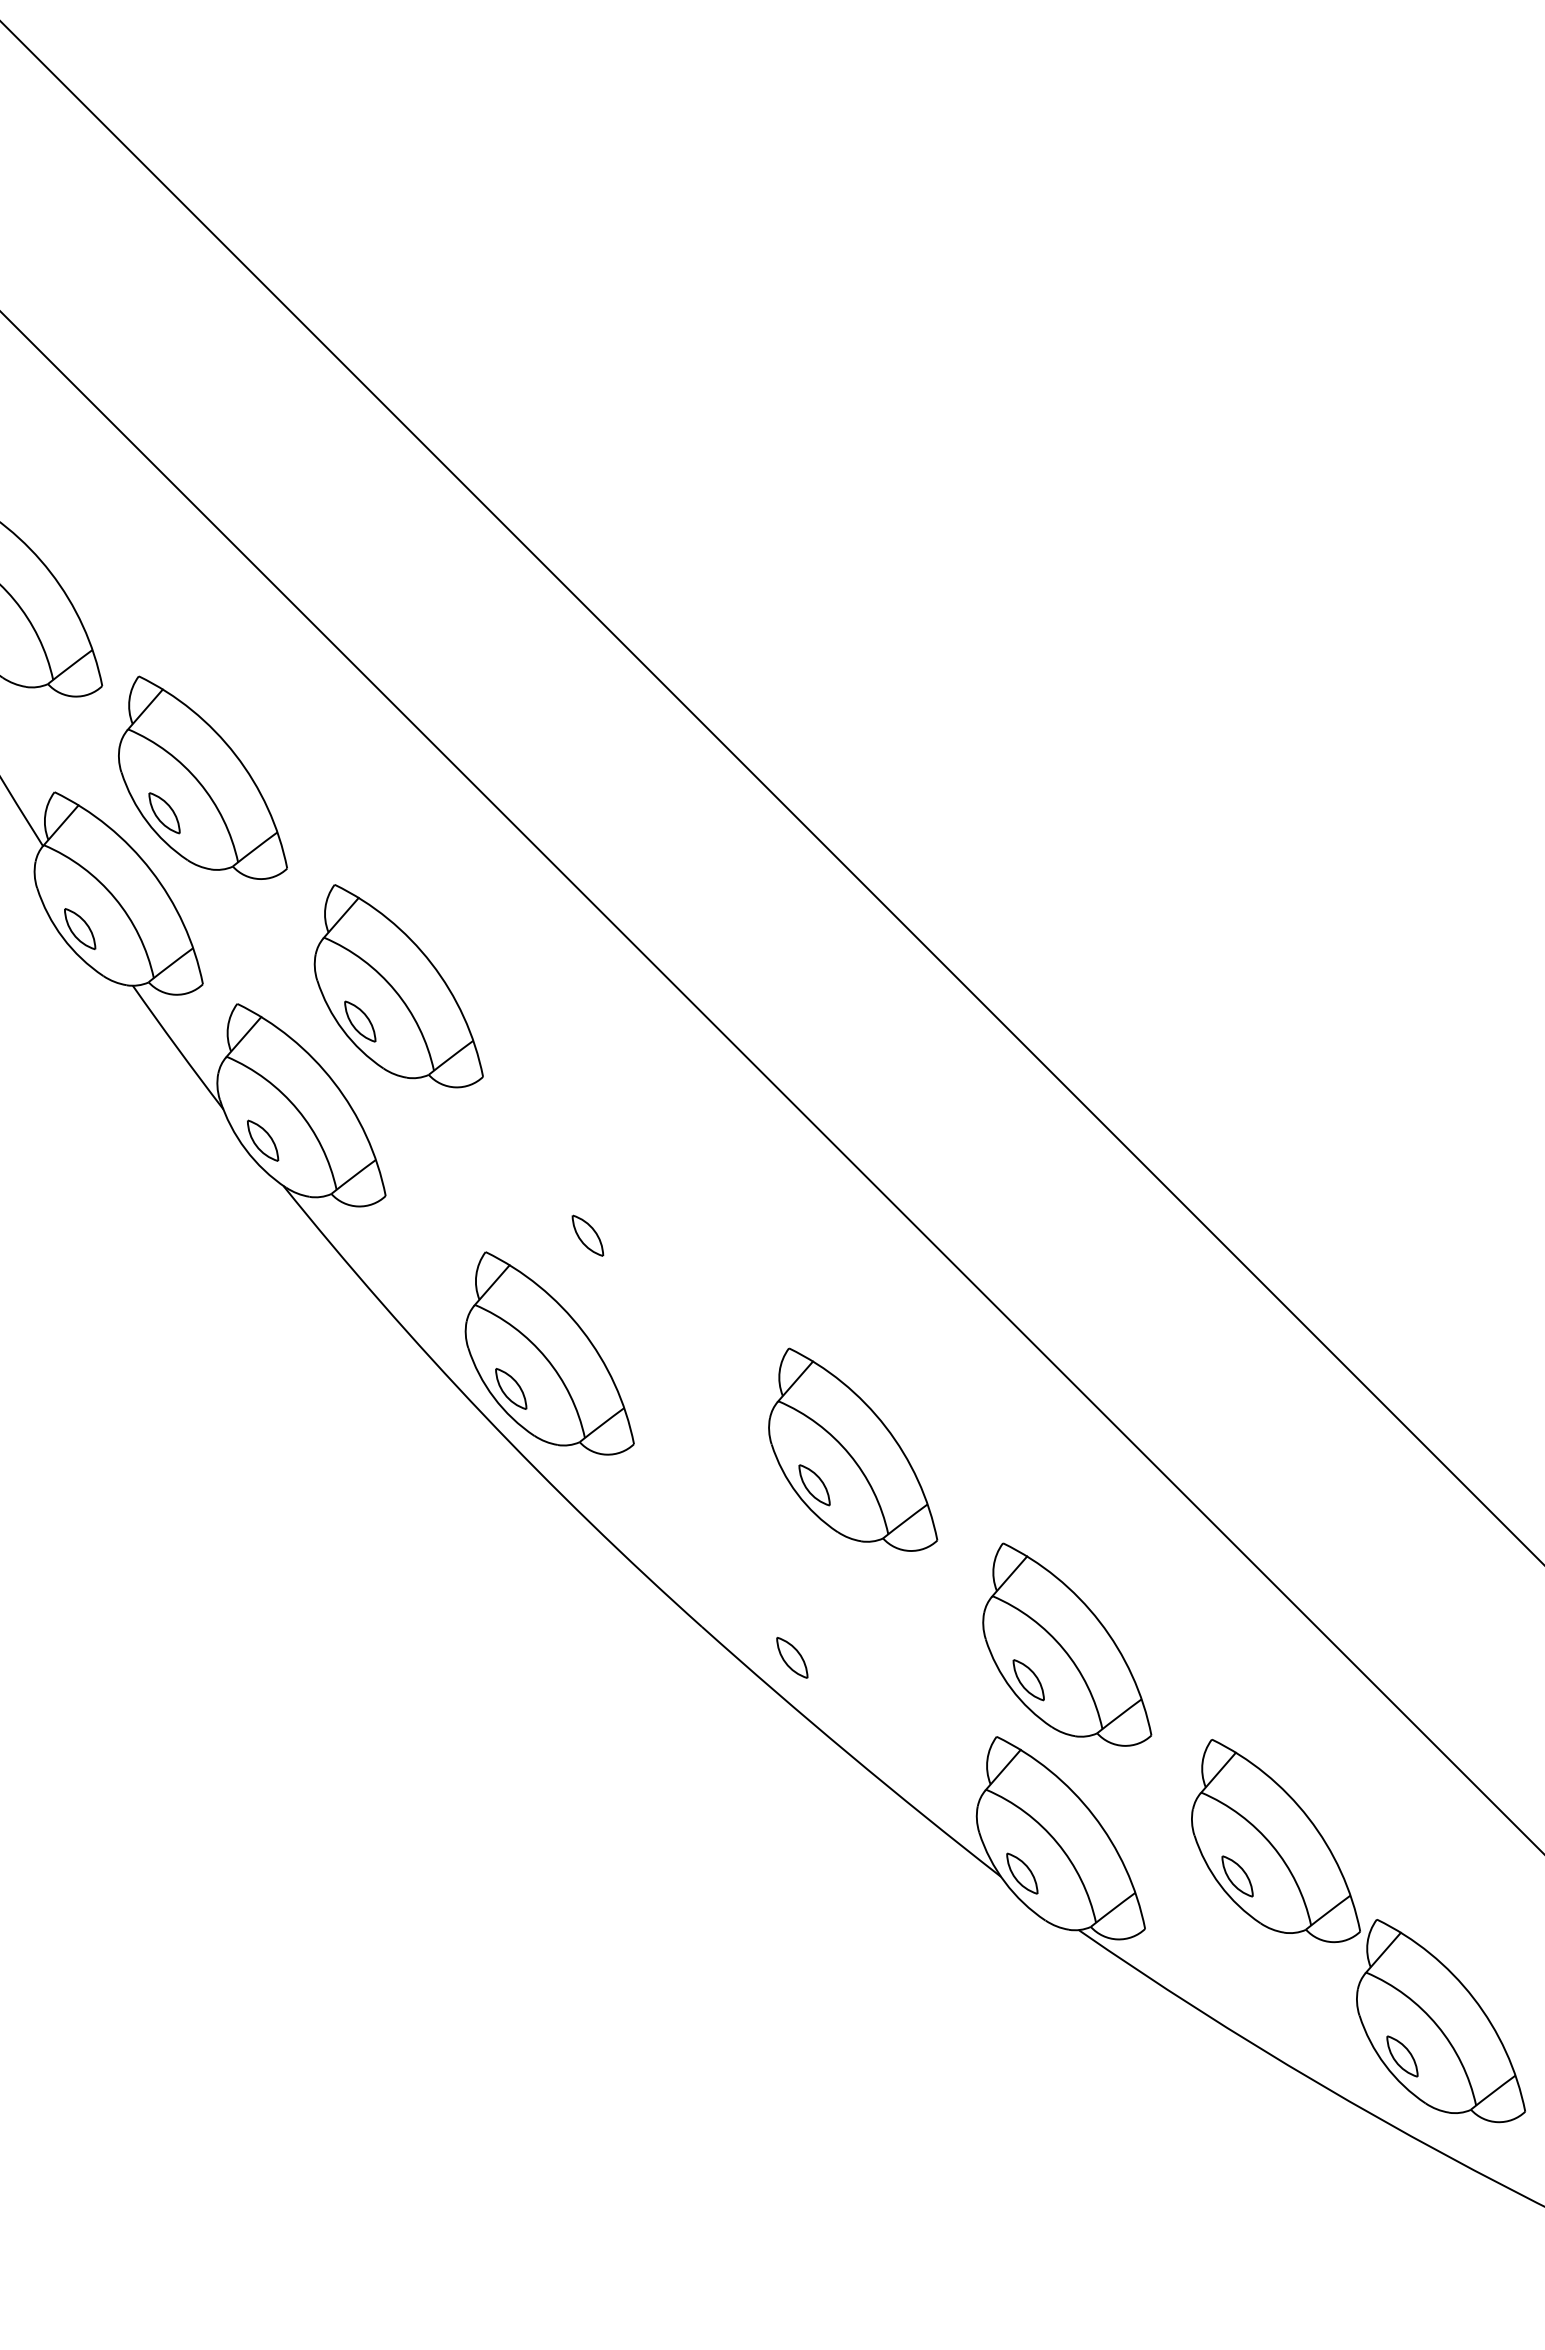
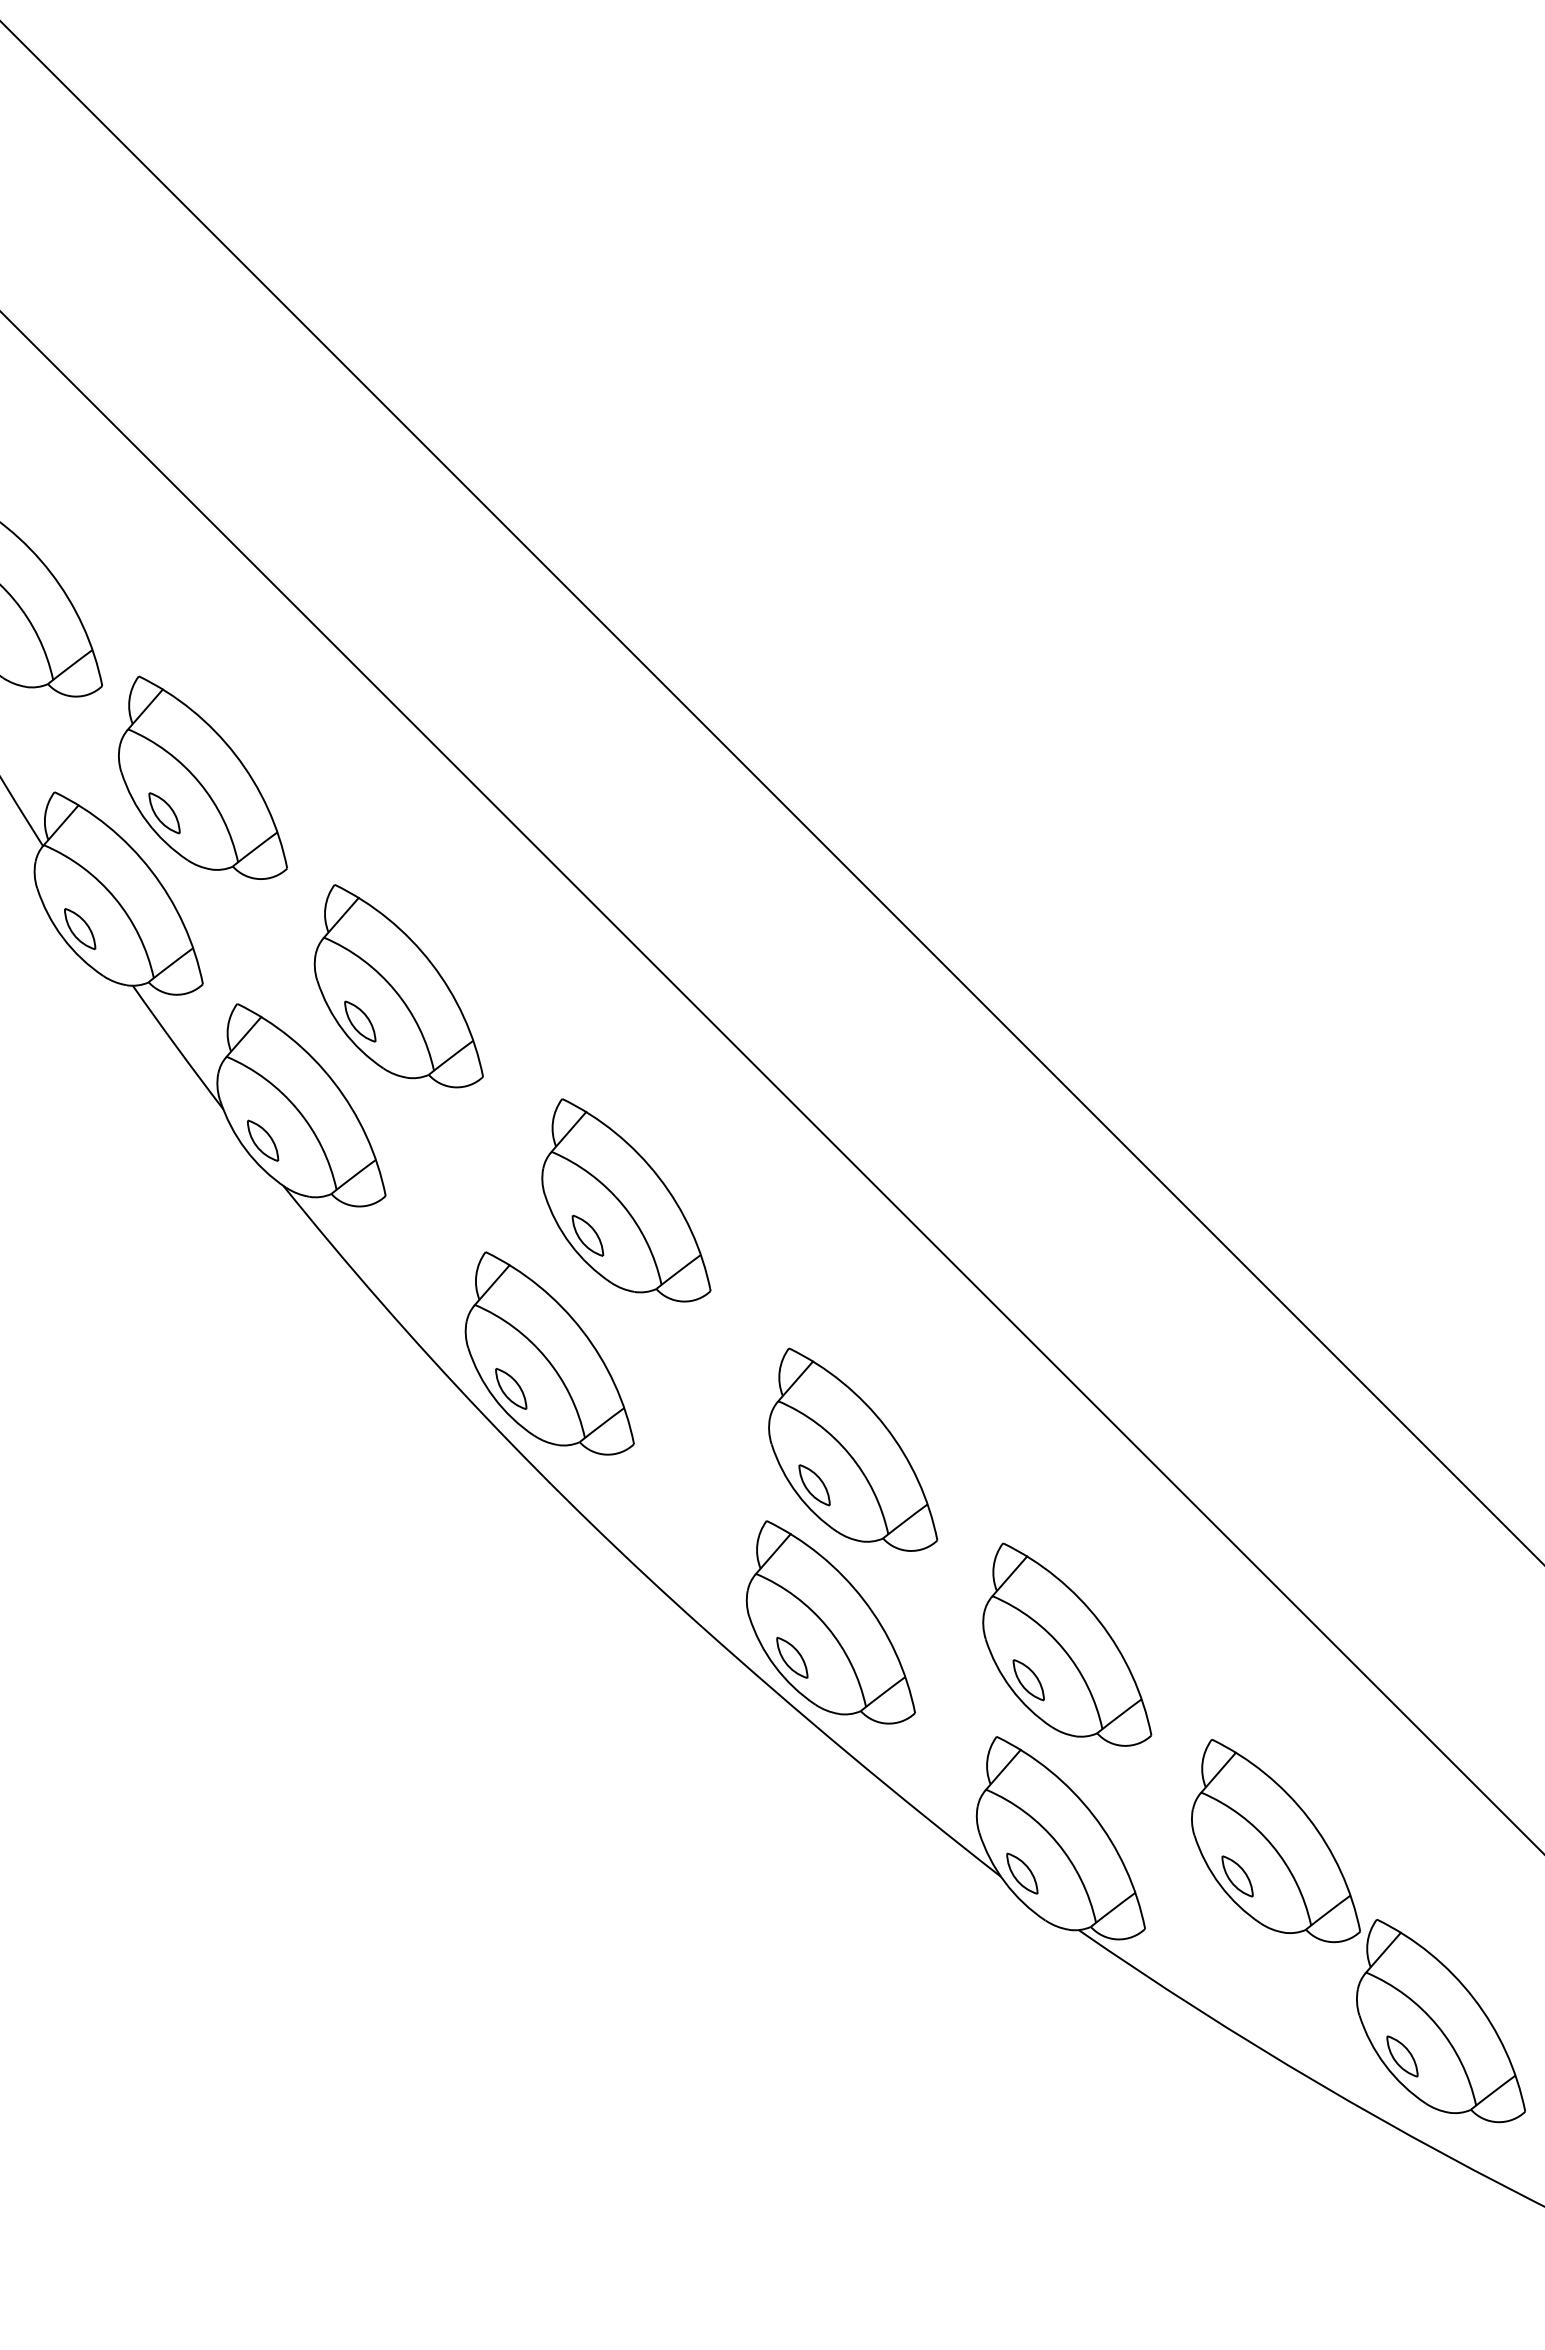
part at (626, 1200): none -> present
part at (830, 1622): none -> present
